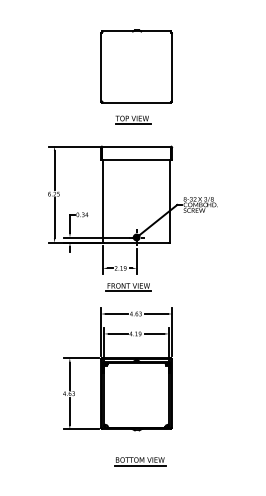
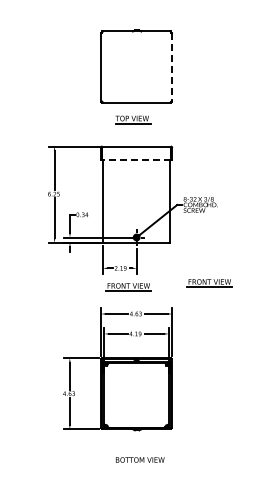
line at (172, 67): solid -> dashed
line at (136, 159): solid -> dashed
part at (209, 283): none -> present
line at (139, 465): present -> none
